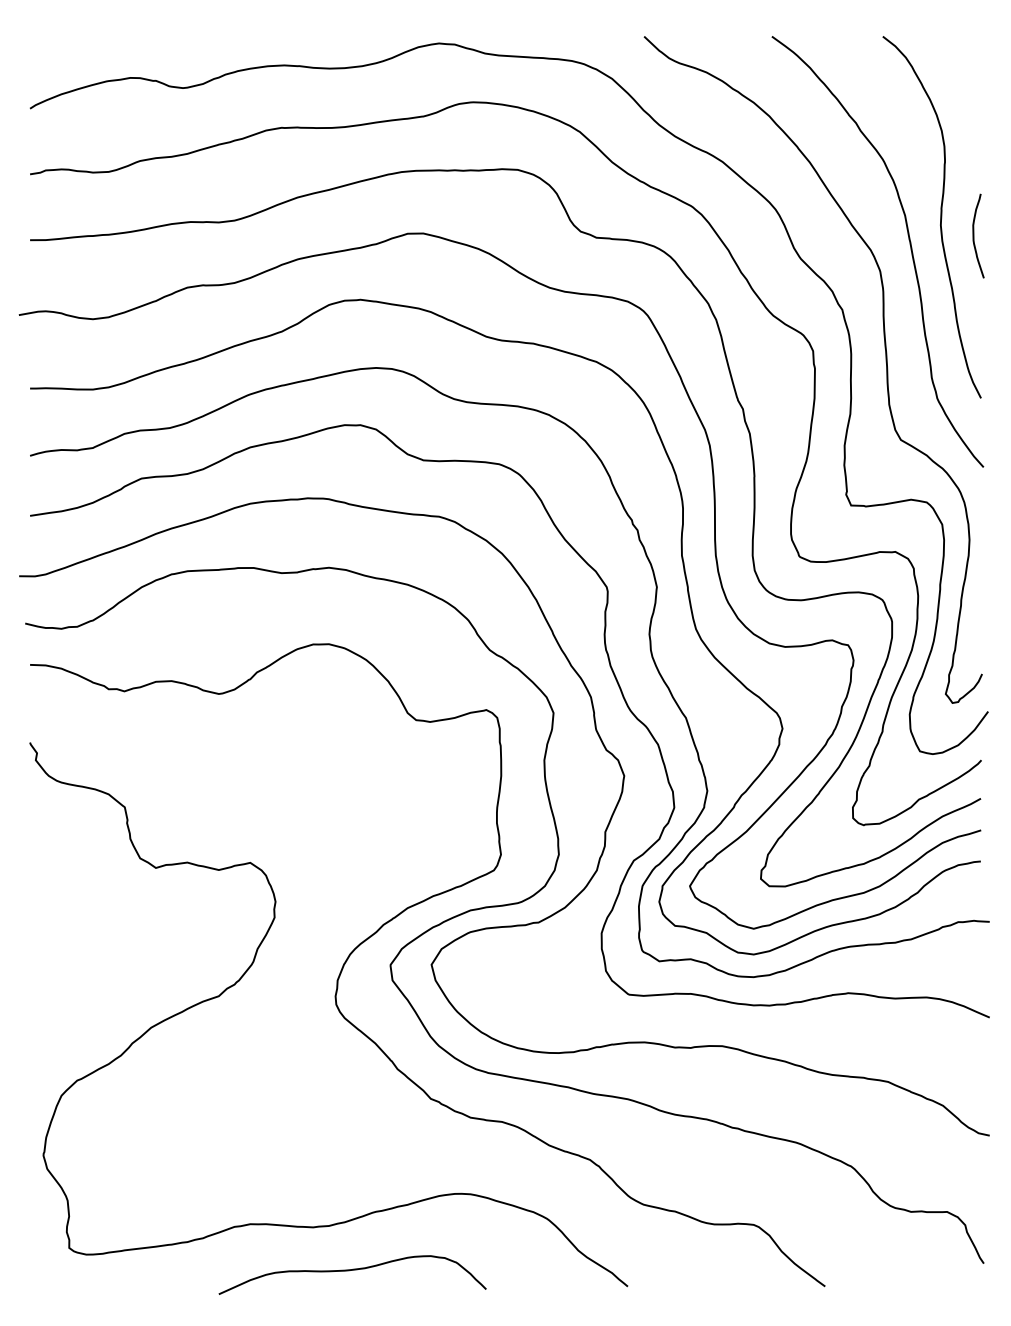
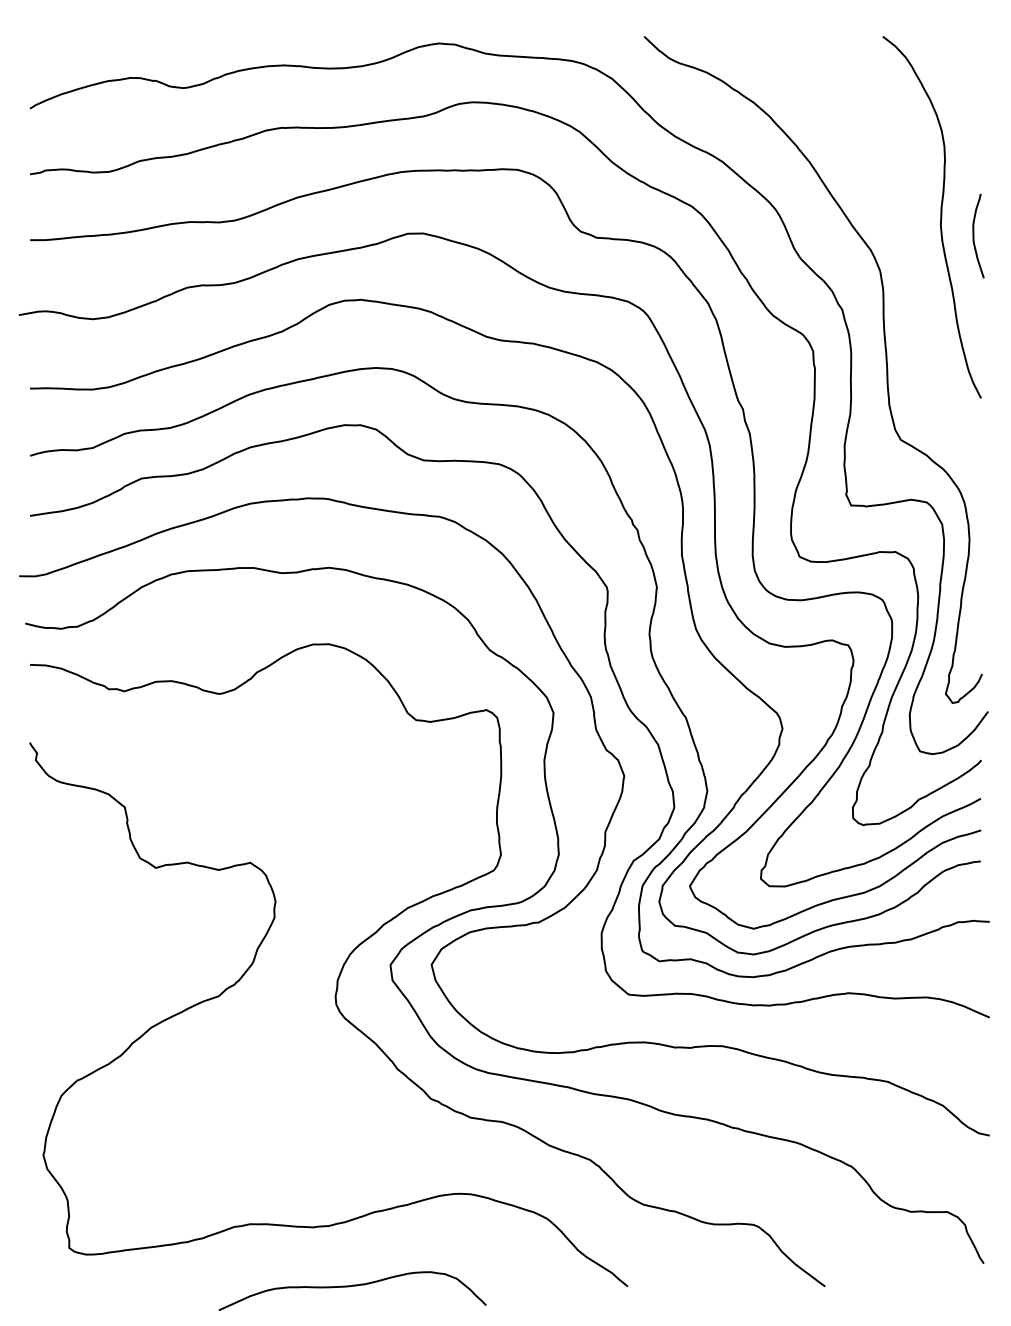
curve at (909, 244): present -> none
curve at (352, 1270) position: (352, 1270) -> (352, 1286)
